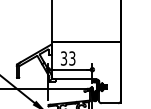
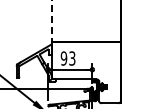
line at (51, 20): solid -> dashed
text at (63, 58): 33 -> 93
